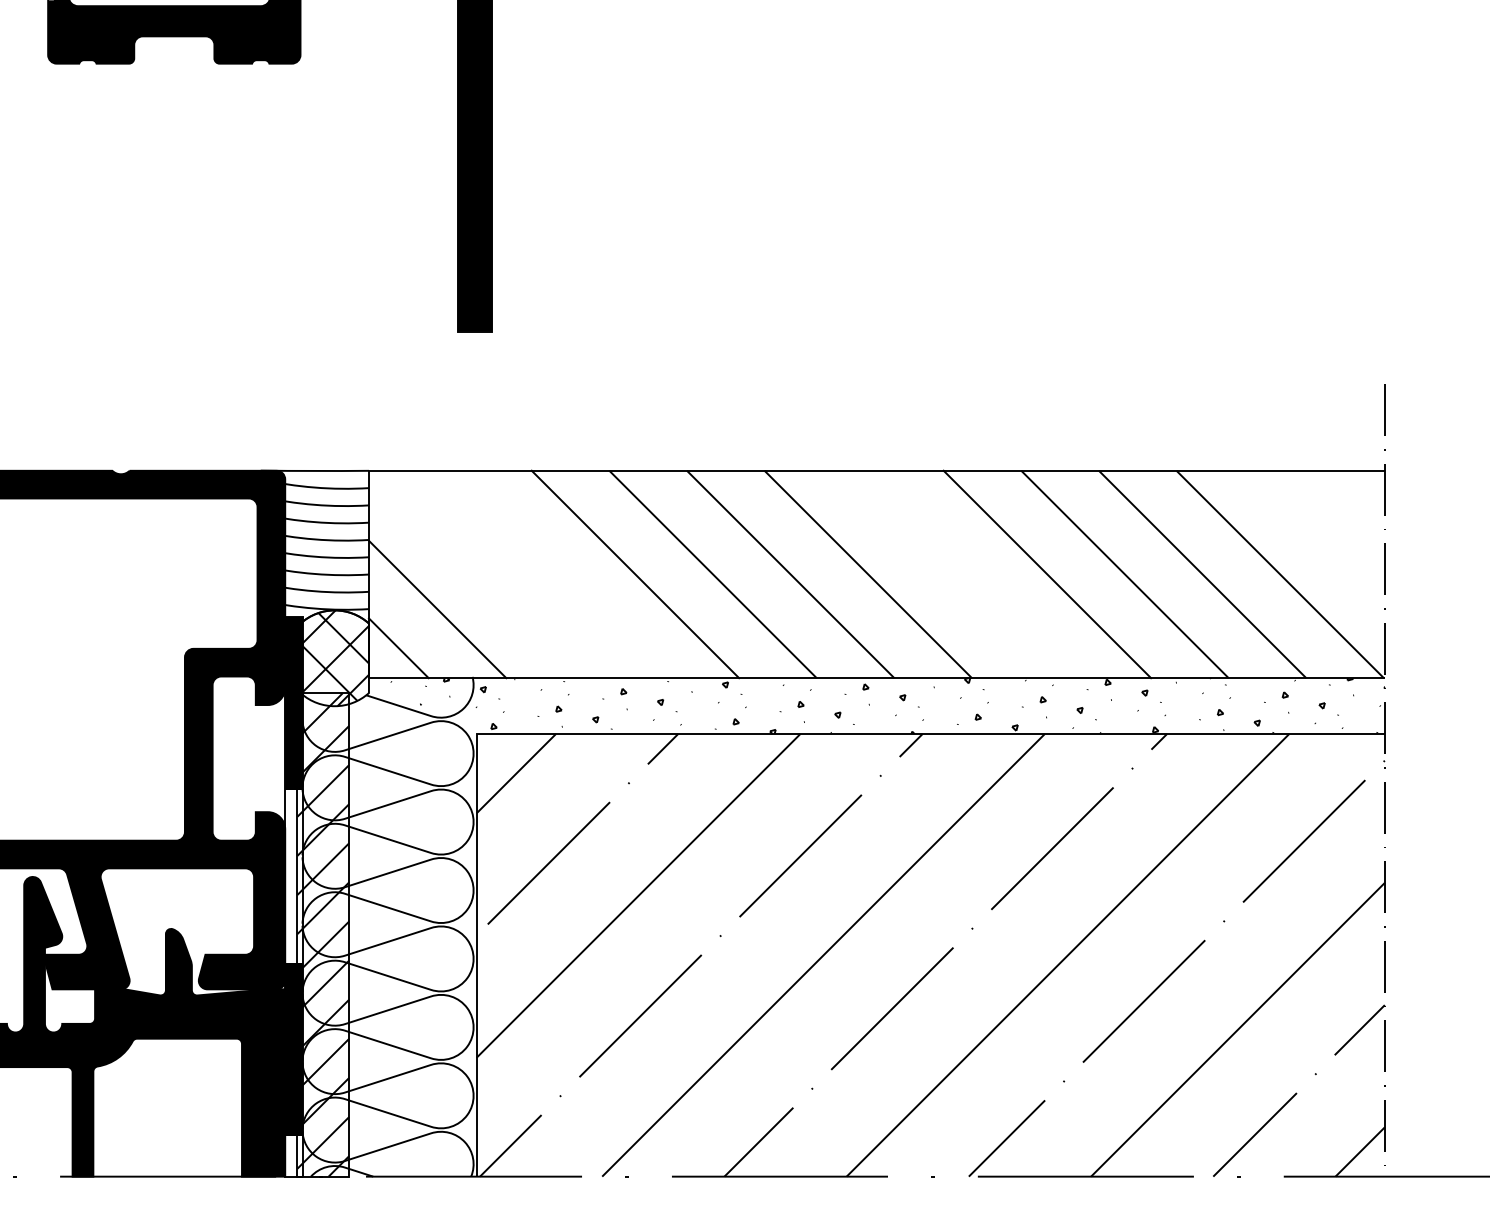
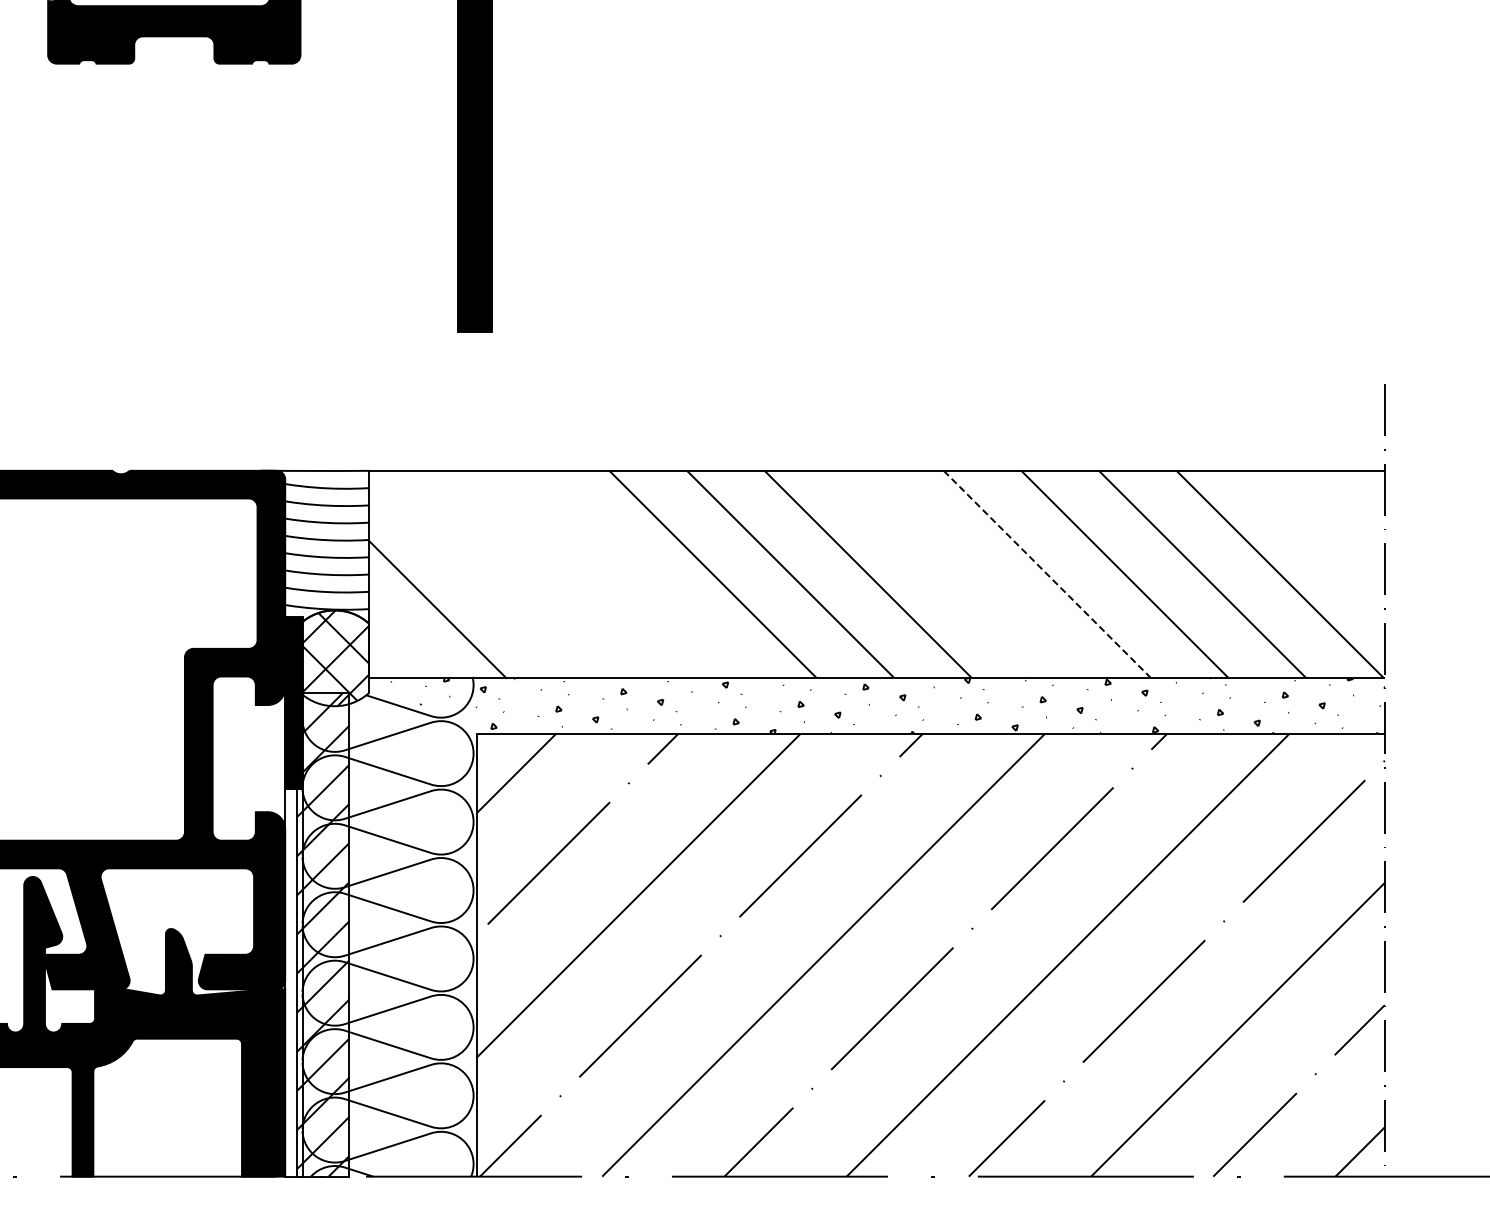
line at (635, 574): present -> none
line at (1047, 574): solid -> dashed
line at (398, 648): present -> none
fill at (293, 1049): present -> none
